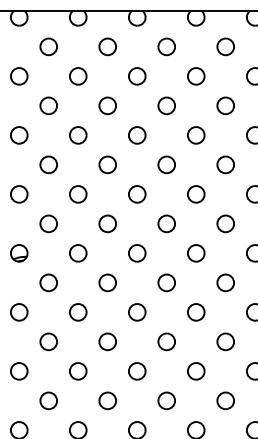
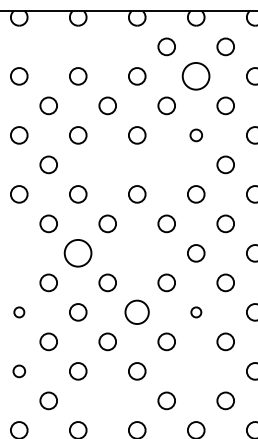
circle at (48, 46): present -> none
circle at (107, 46): present -> none
circle at (196, 76) size: 19x19 px -> 30x29 px
circle at (196, 135) size: 19x19 px -> 14x15 px
circle at (107, 164): present -> none
circle at (166, 164): present -> none
part at (19, 253): present -> none
circle at (78, 253) size: 19x19 px -> 30x29 px
circle at (137, 253): present -> none
circle at (19, 312) size: 19x19 px -> 13x13 px
circle at (137, 312) size: 19x19 px -> 26x26 px
circle at (196, 312) size: 19x19 px -> 13x13 px
circle at (19, 371) size: 19x19 px -> 14x15 px
circle at (196, 371): present -> none
circle at (107, 400): present -> none
